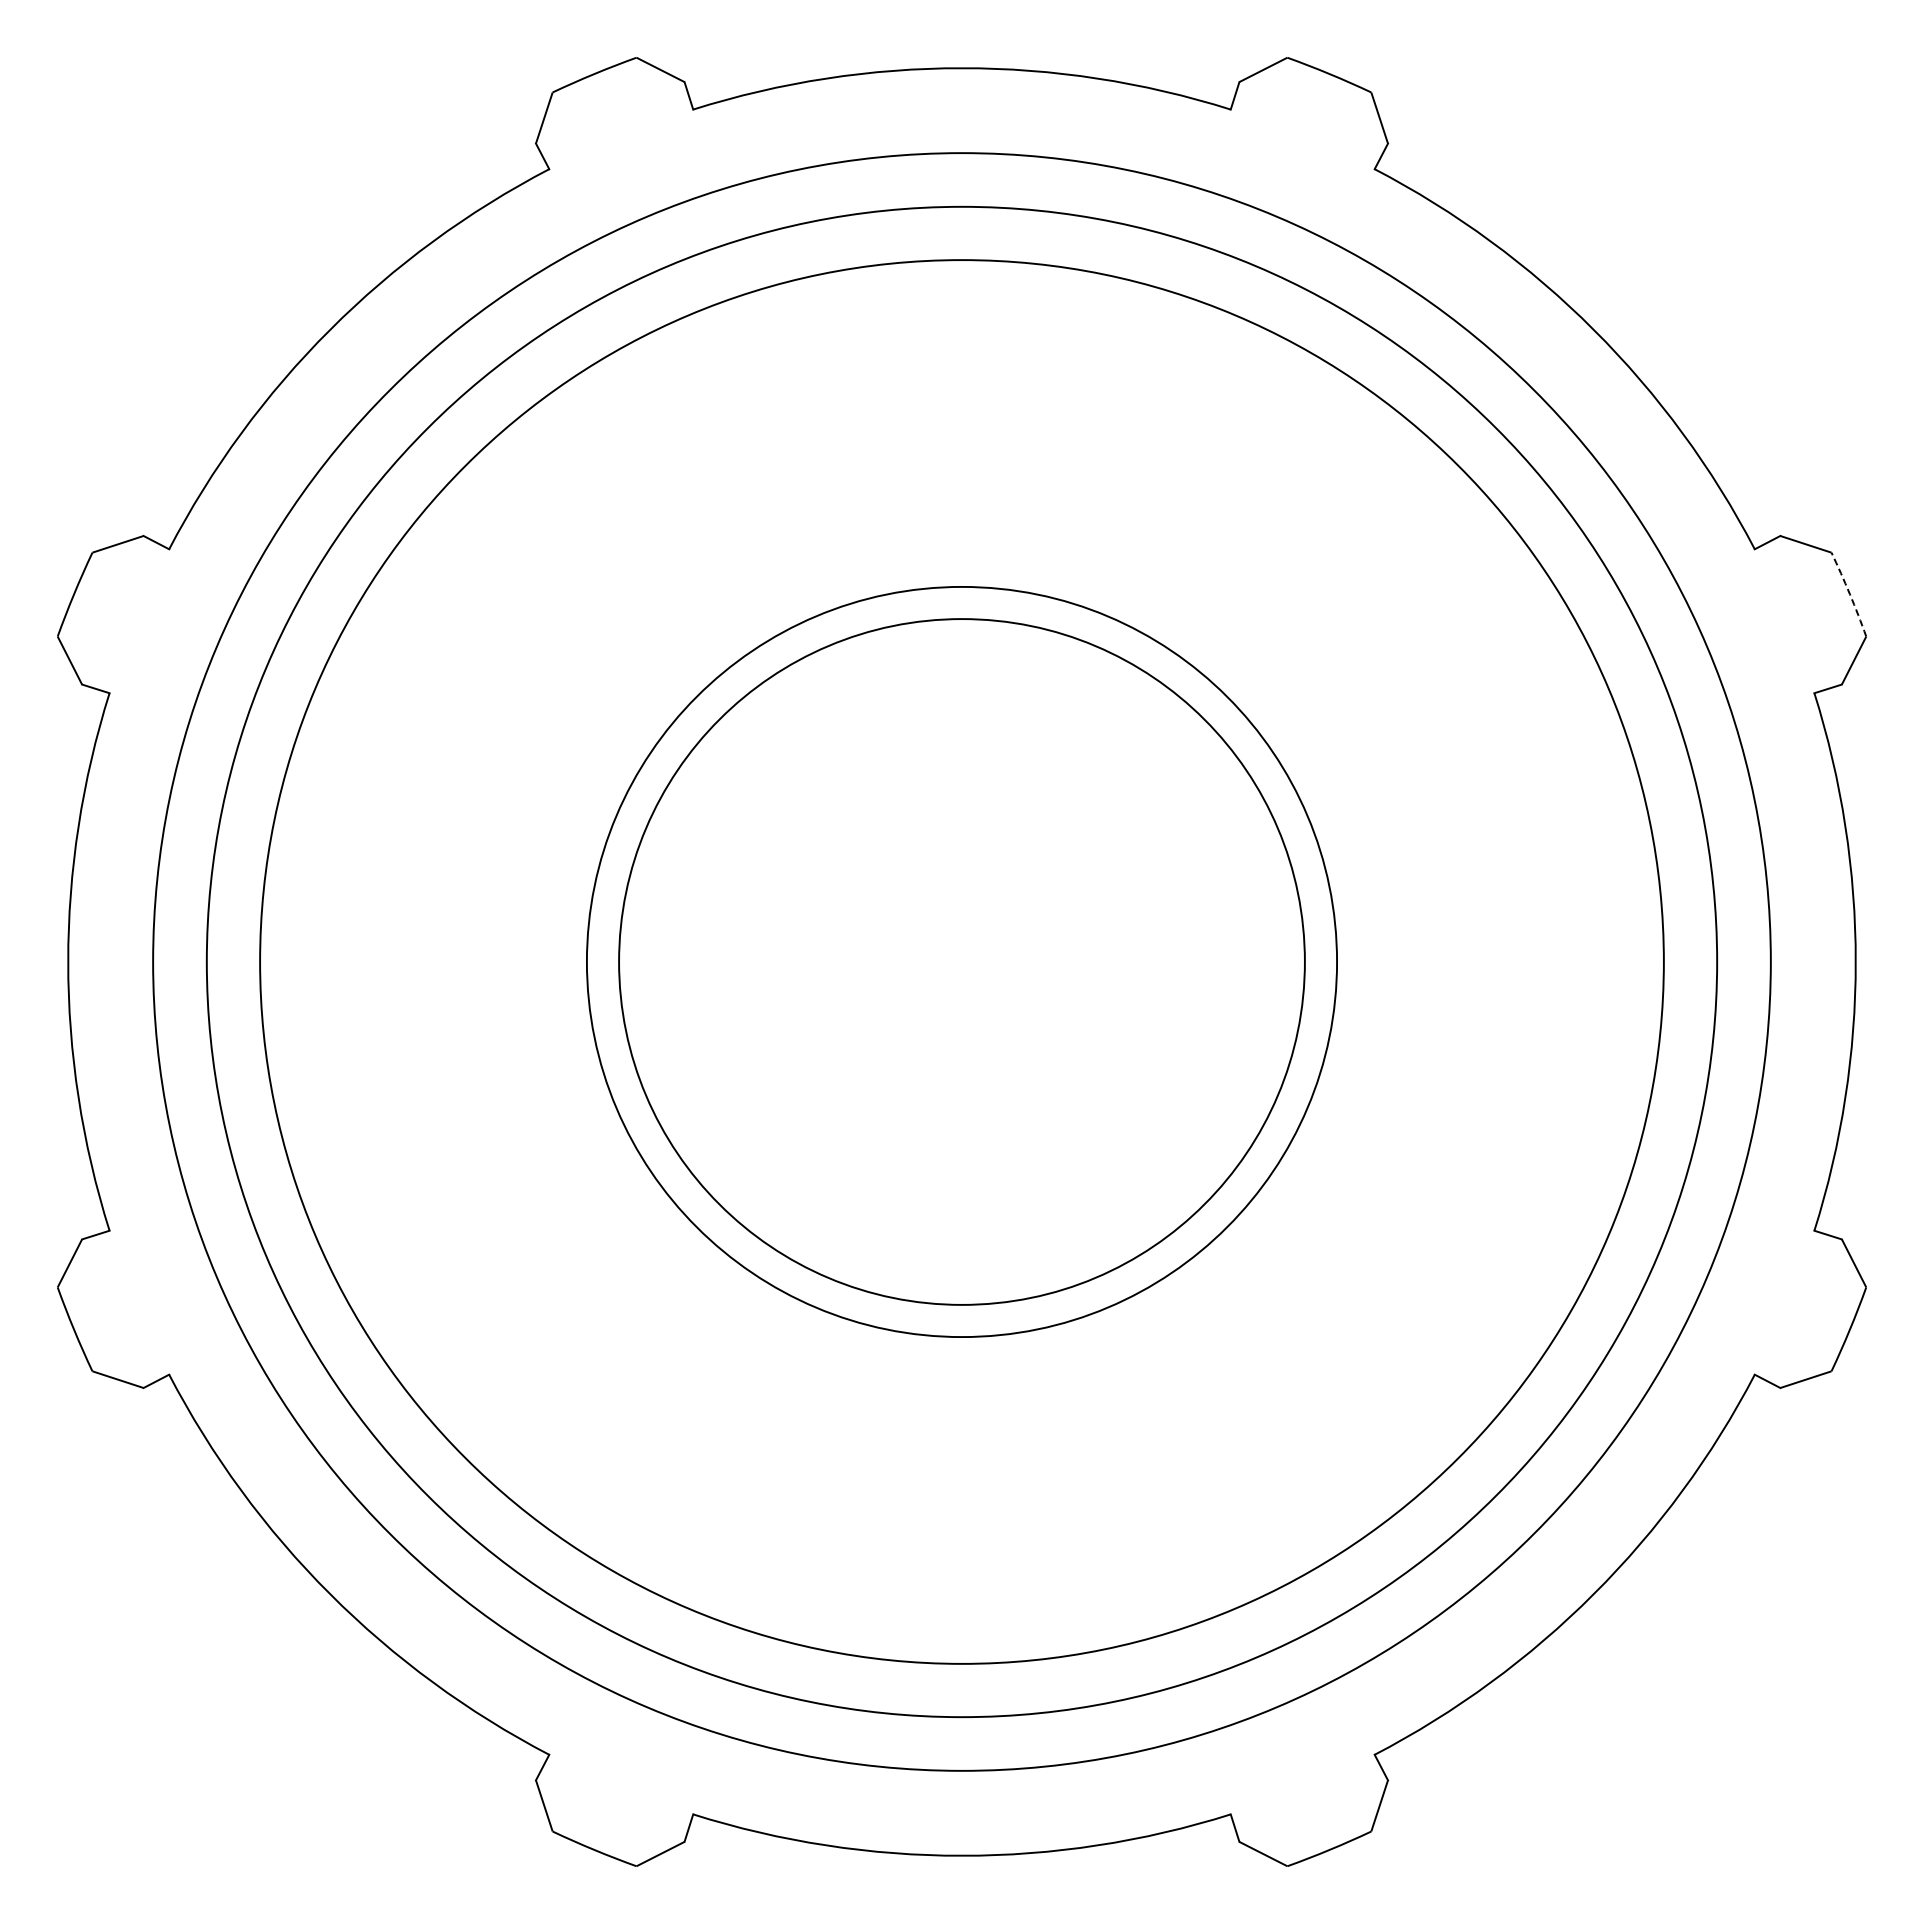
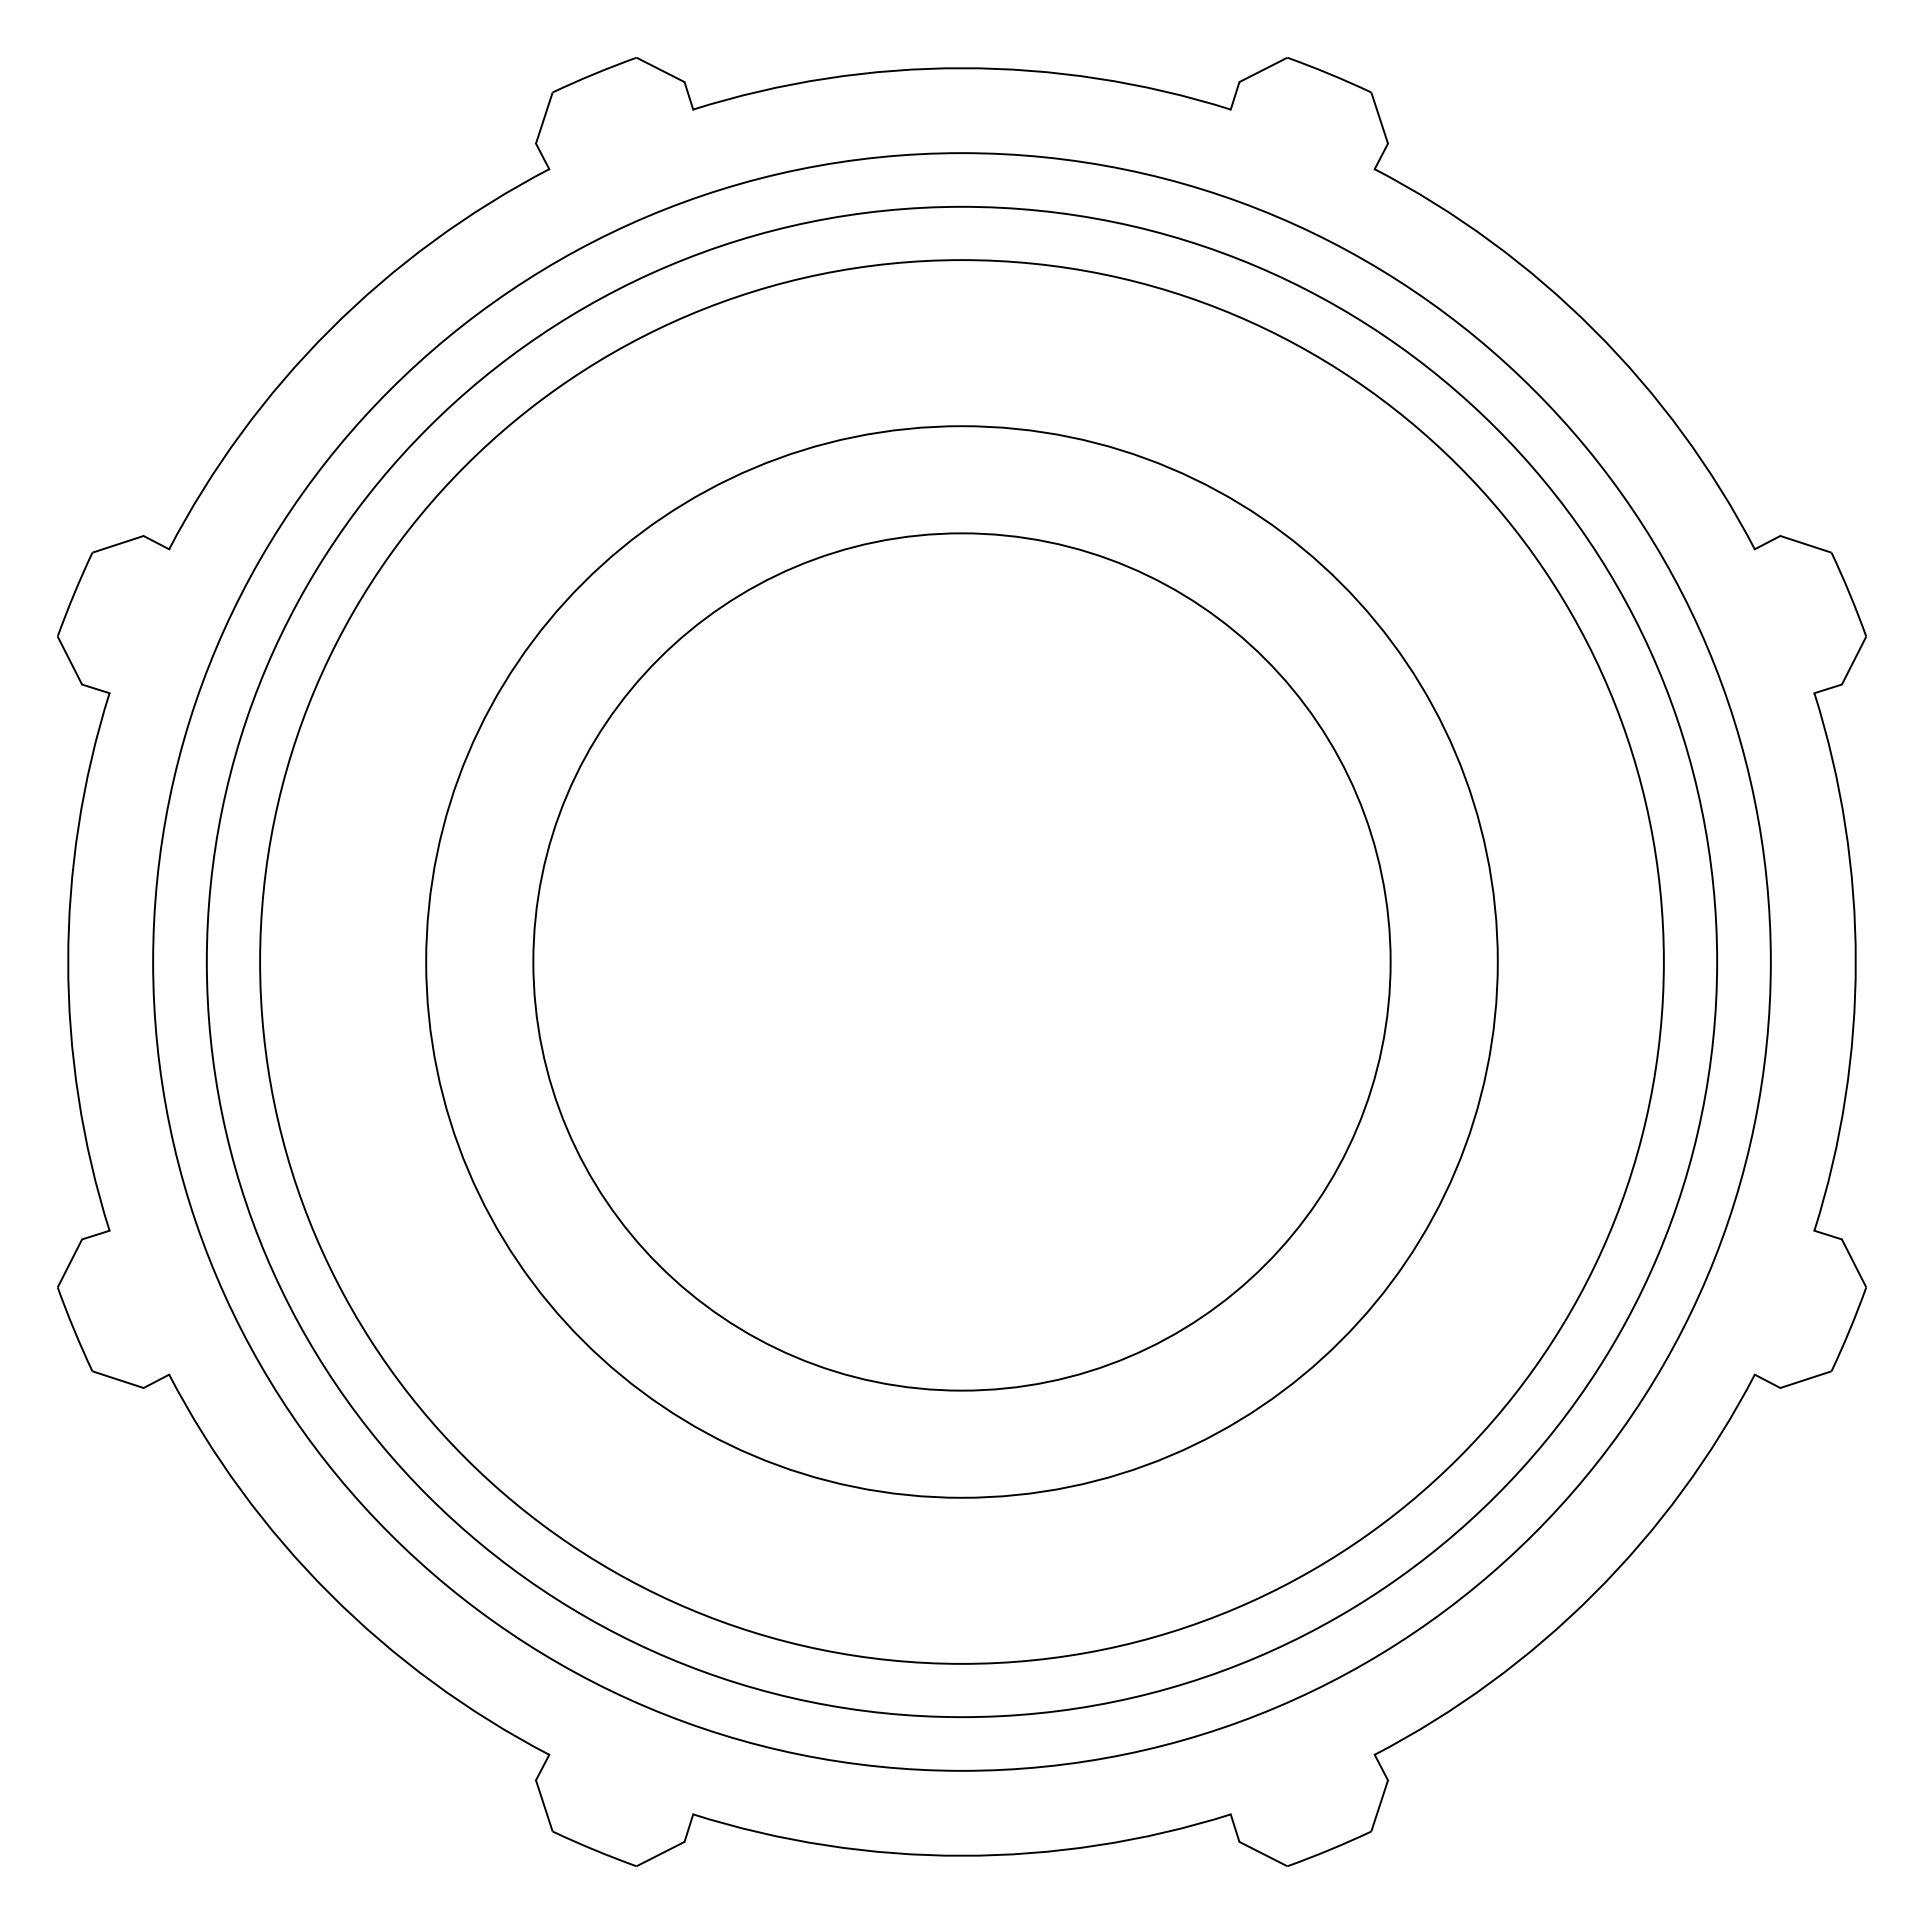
arc at (1849, 594): dashed -> solid
circle at (961, 961) diameter: 686 px -> 857 px
circle at (961, 961) diameter: 750 px -> 1072 px
